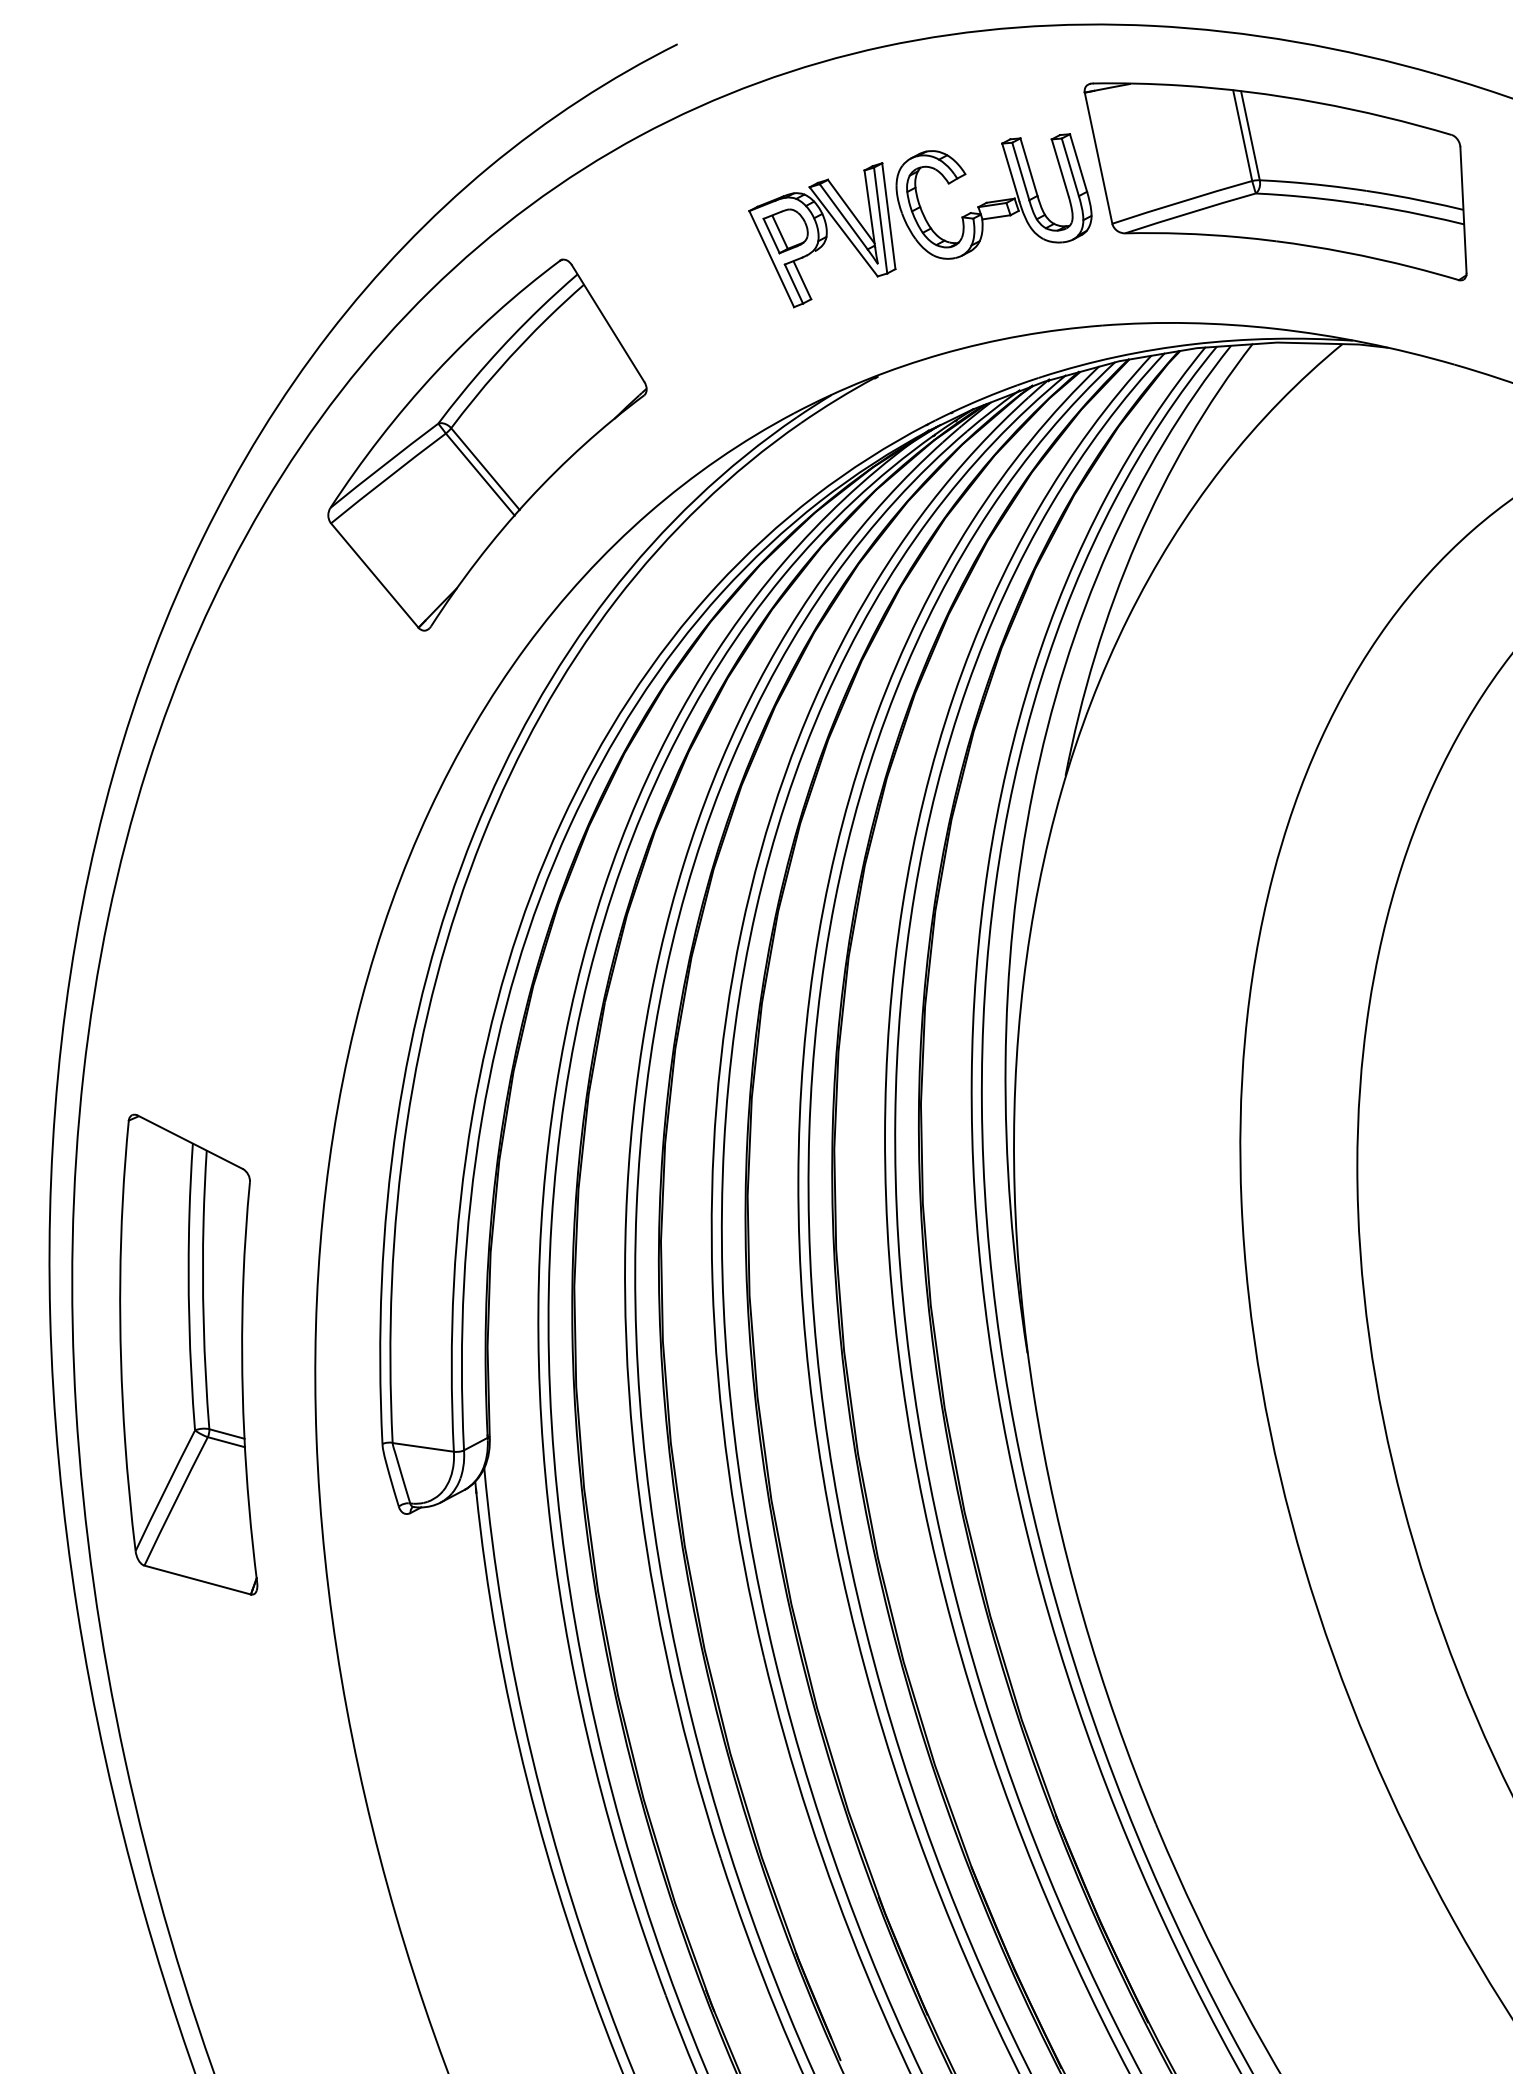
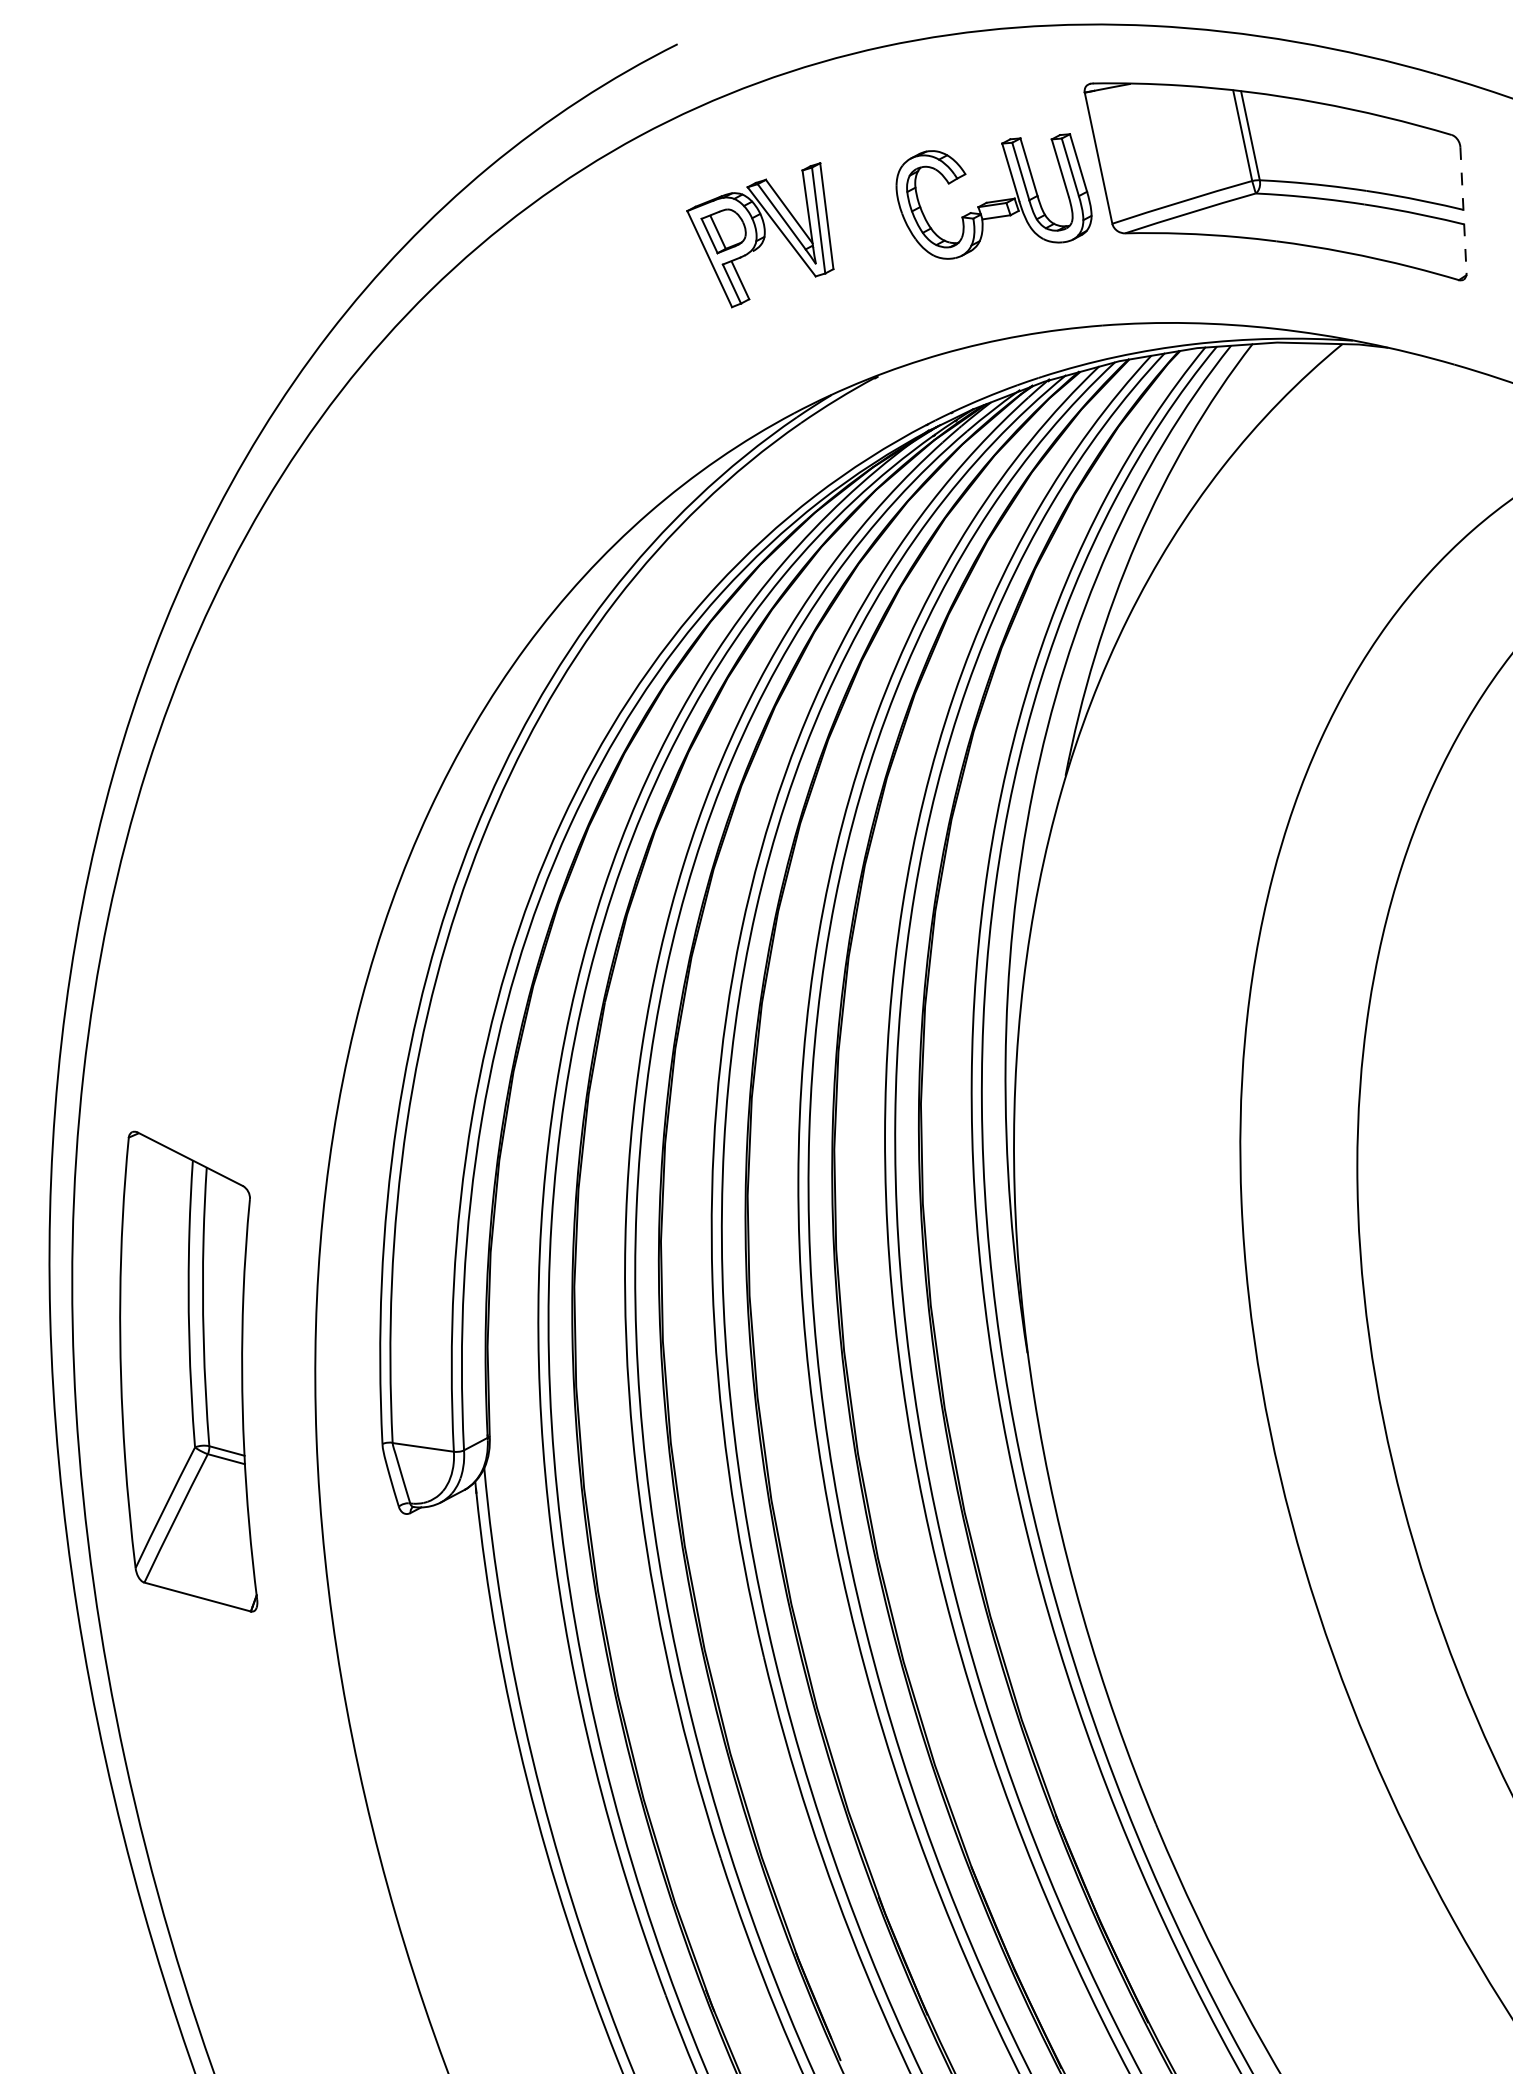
line at (1463, 210): solid -> dashed
part at (822, 235) position: (822, 235) -> (760, 235)
part at (487, 444): present -> none
part at (188, 1354) position: (188, 1354) -> (188, 1371)
